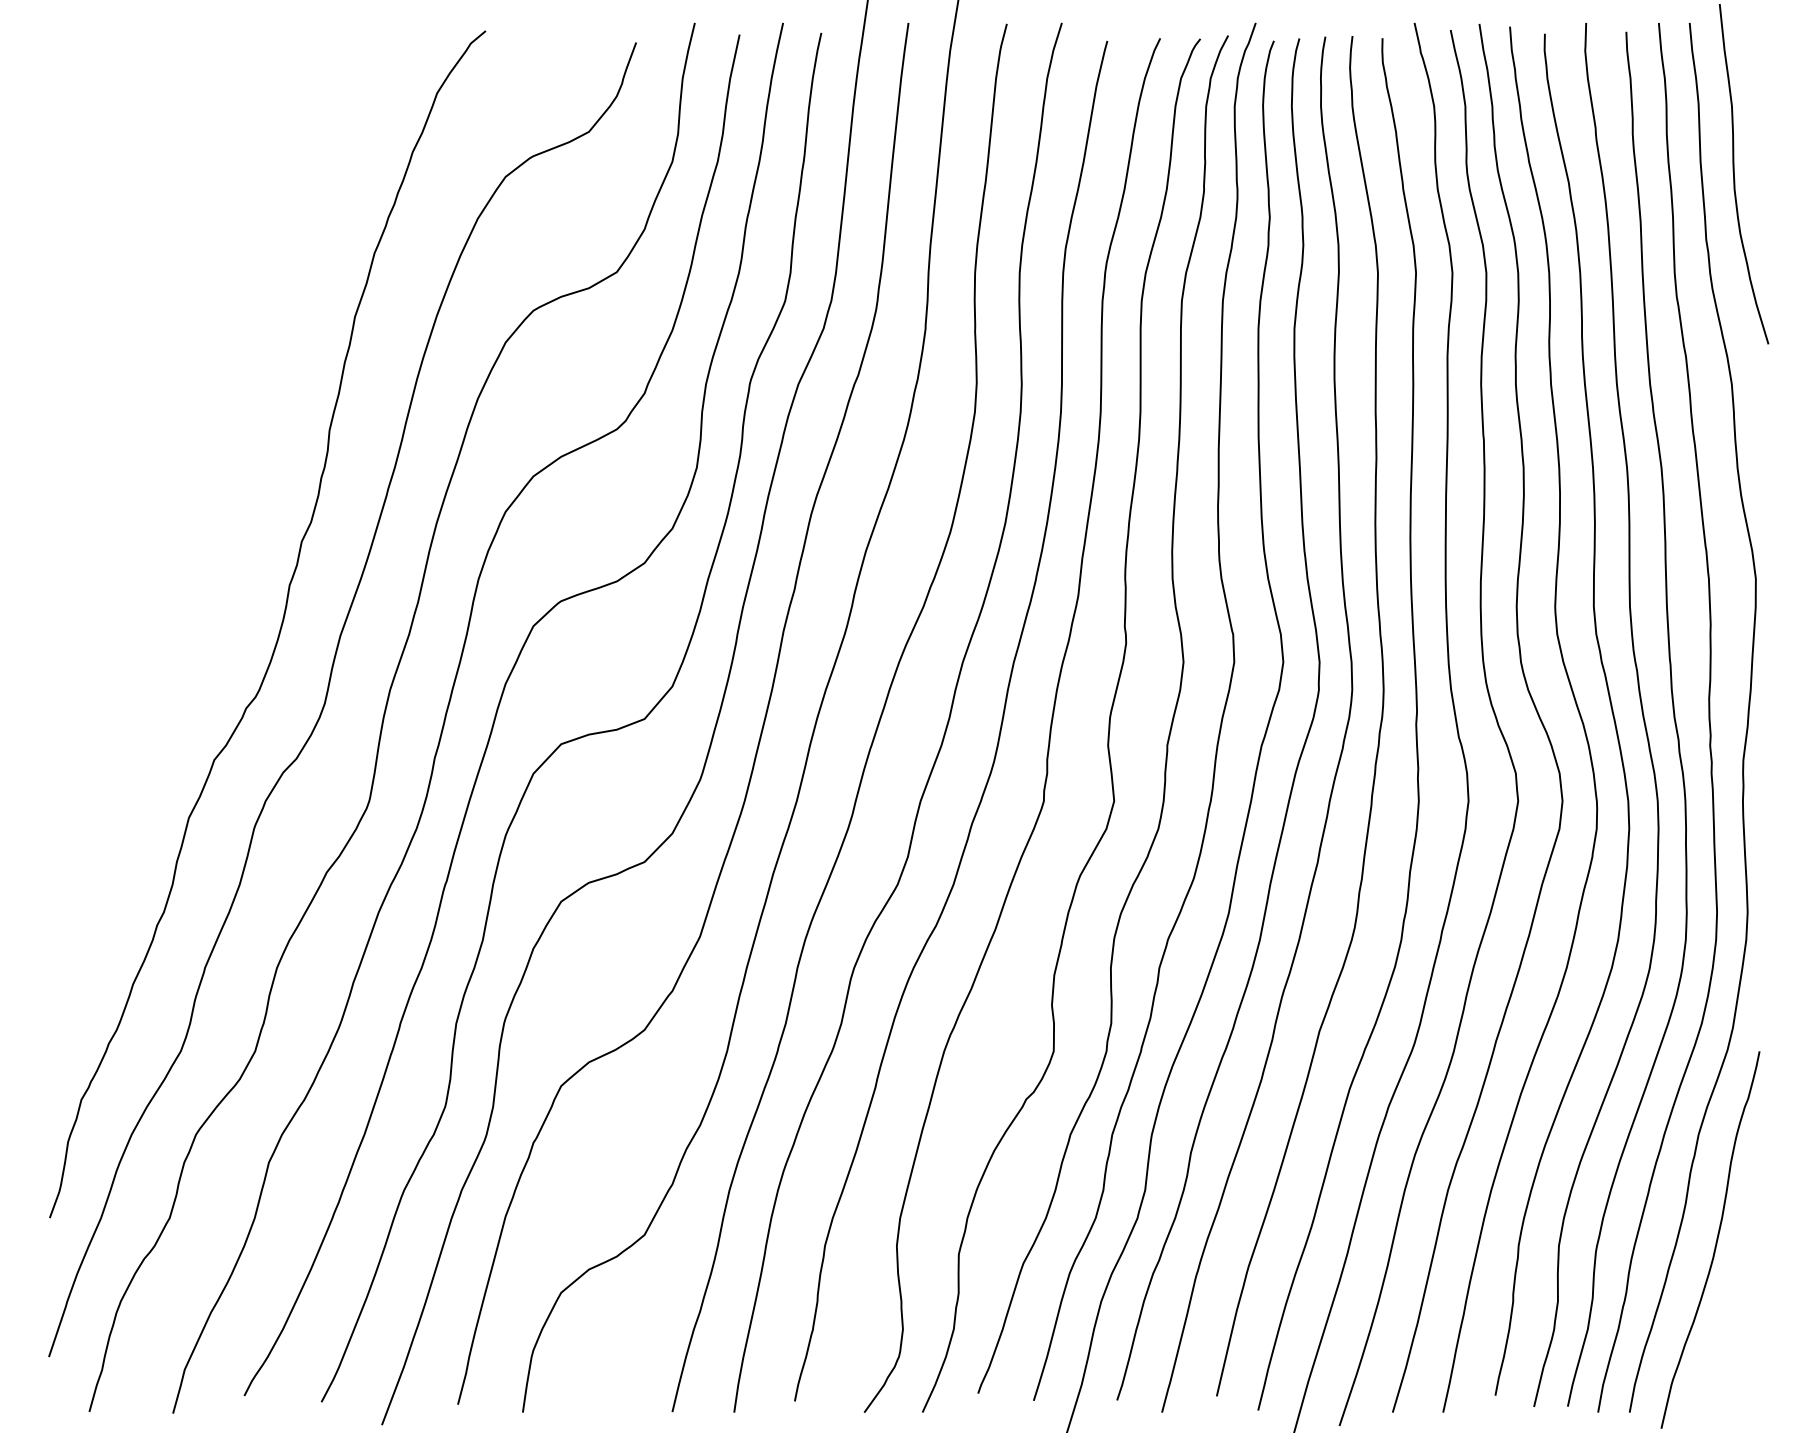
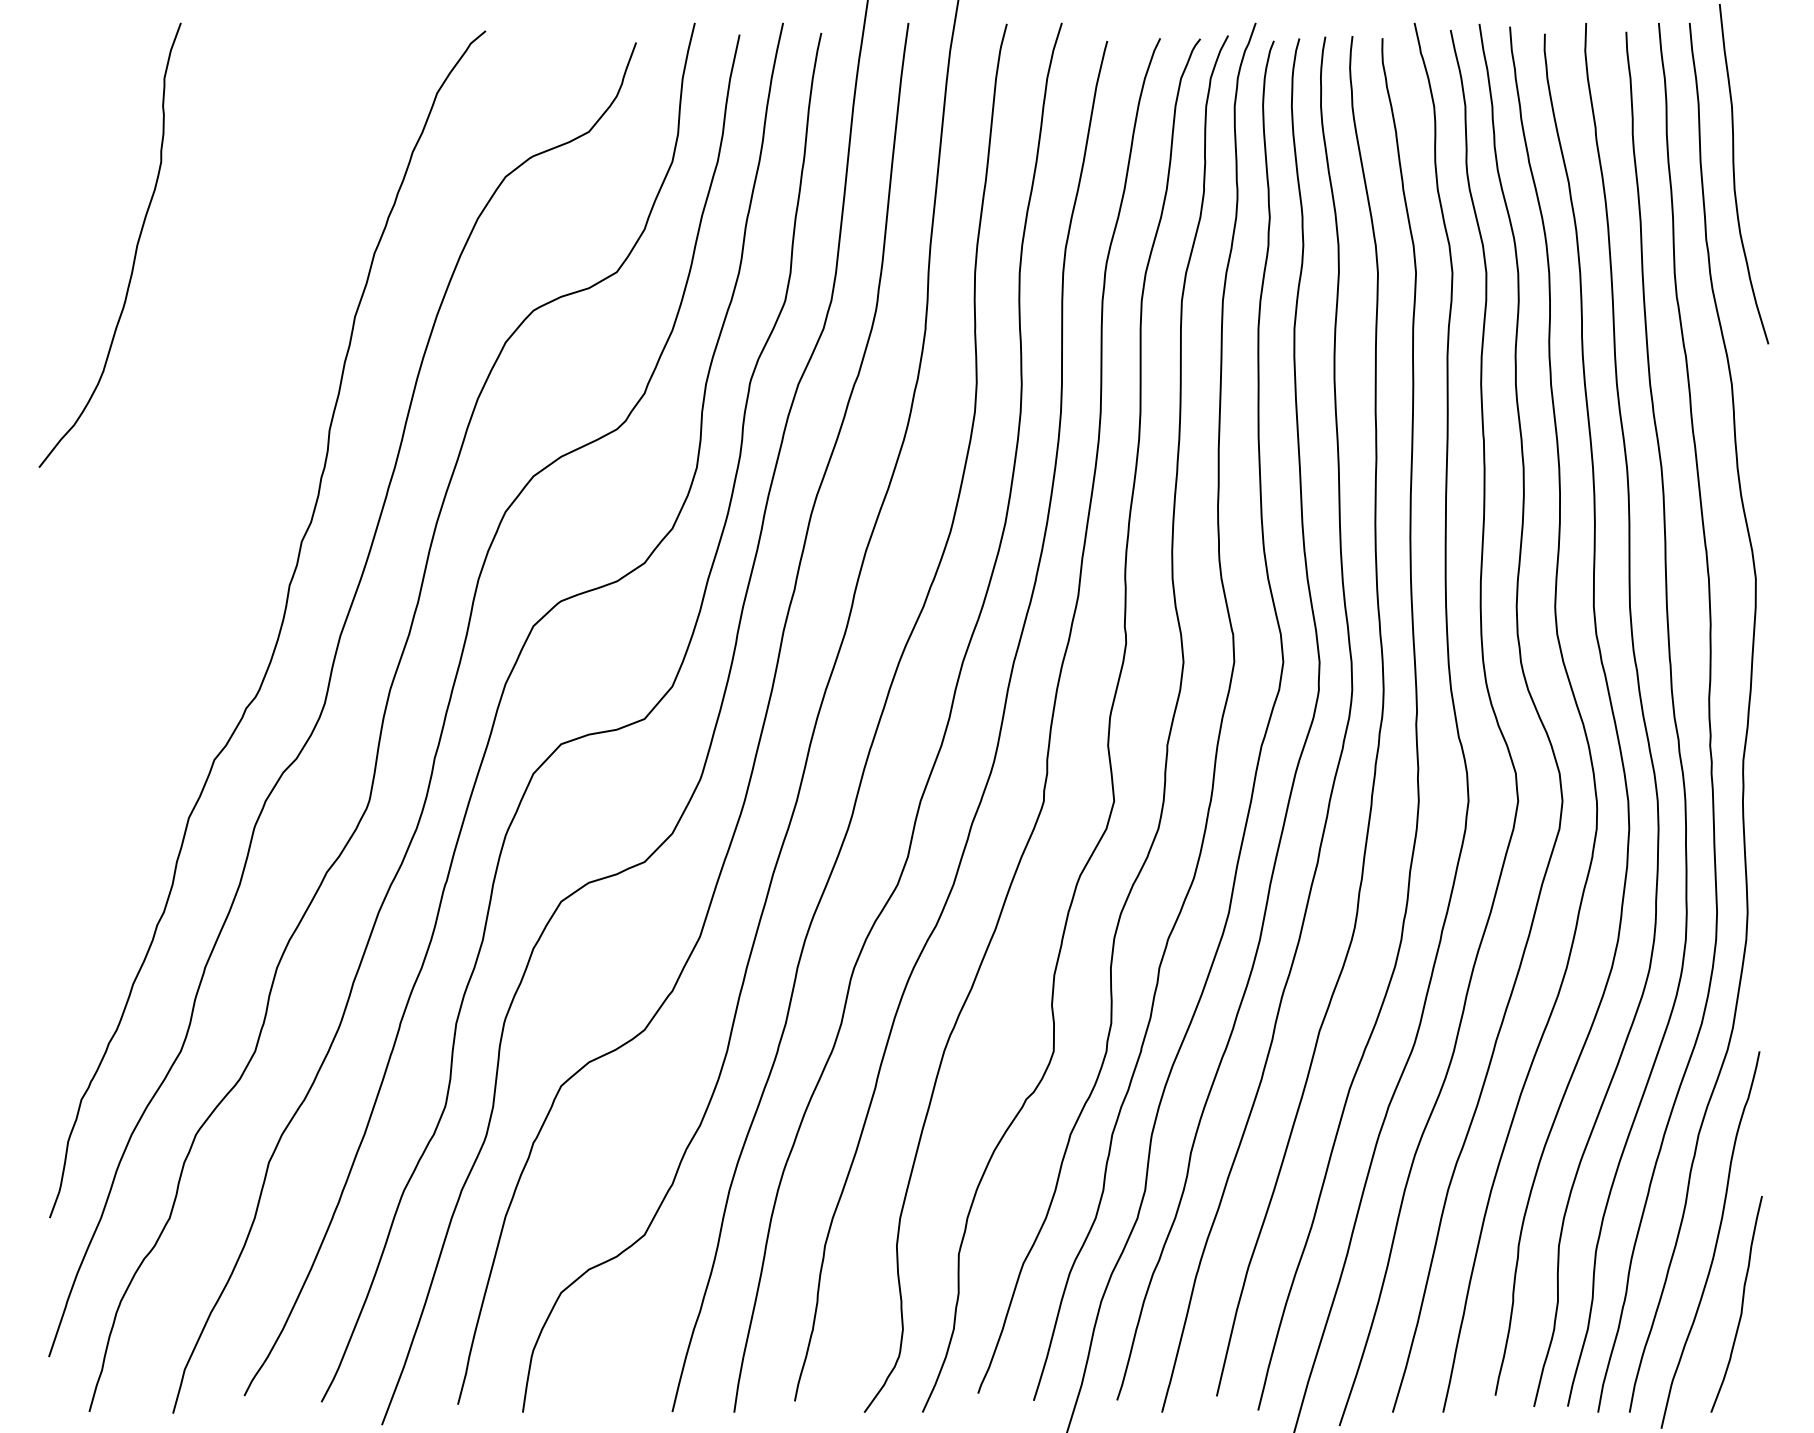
curve at (135, 248): none -> present
curve at (1741, 1304): none -> present
